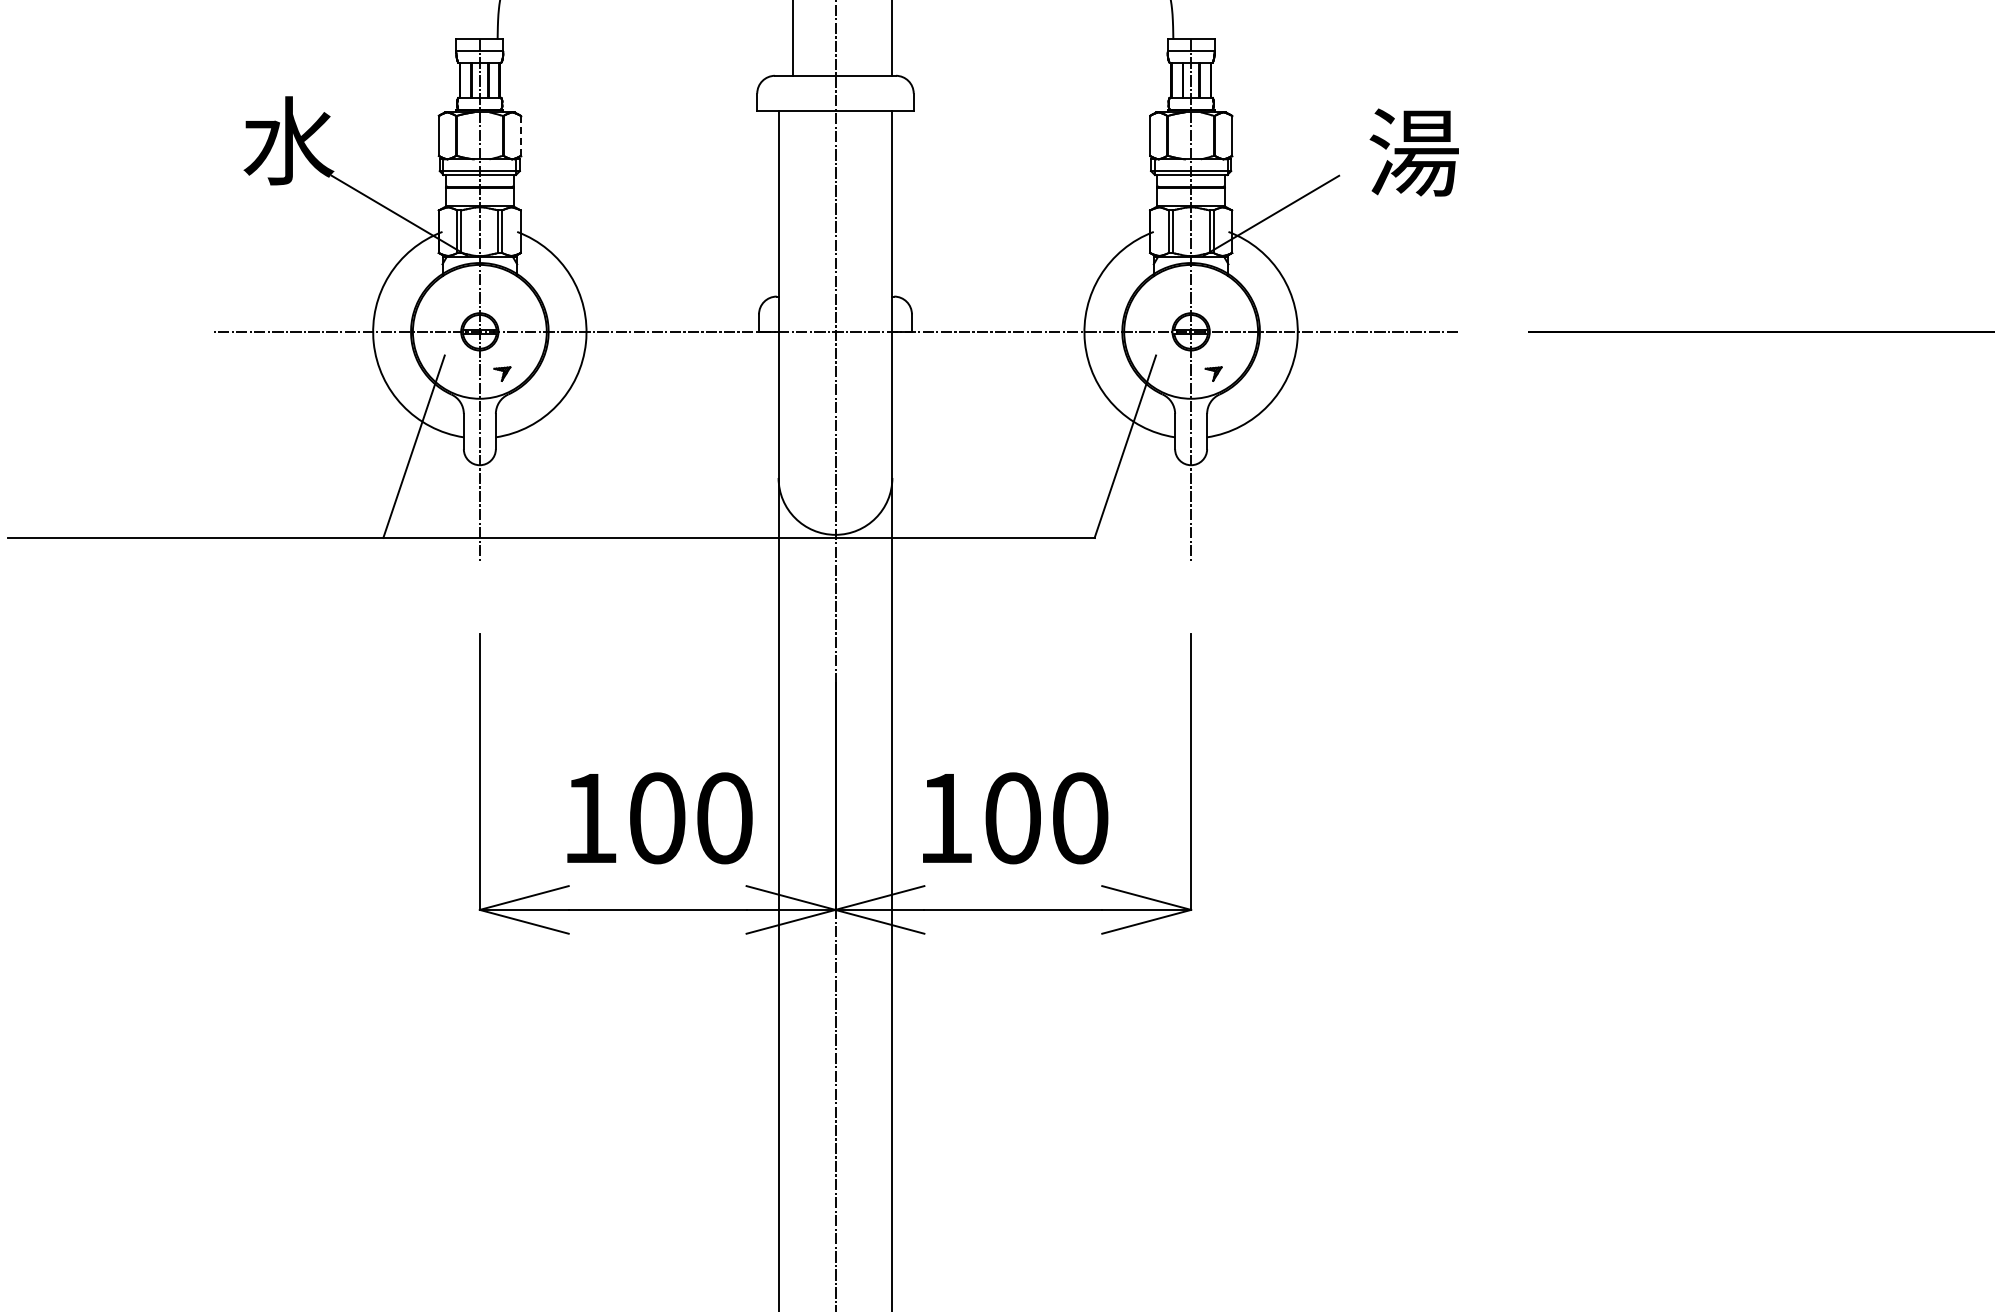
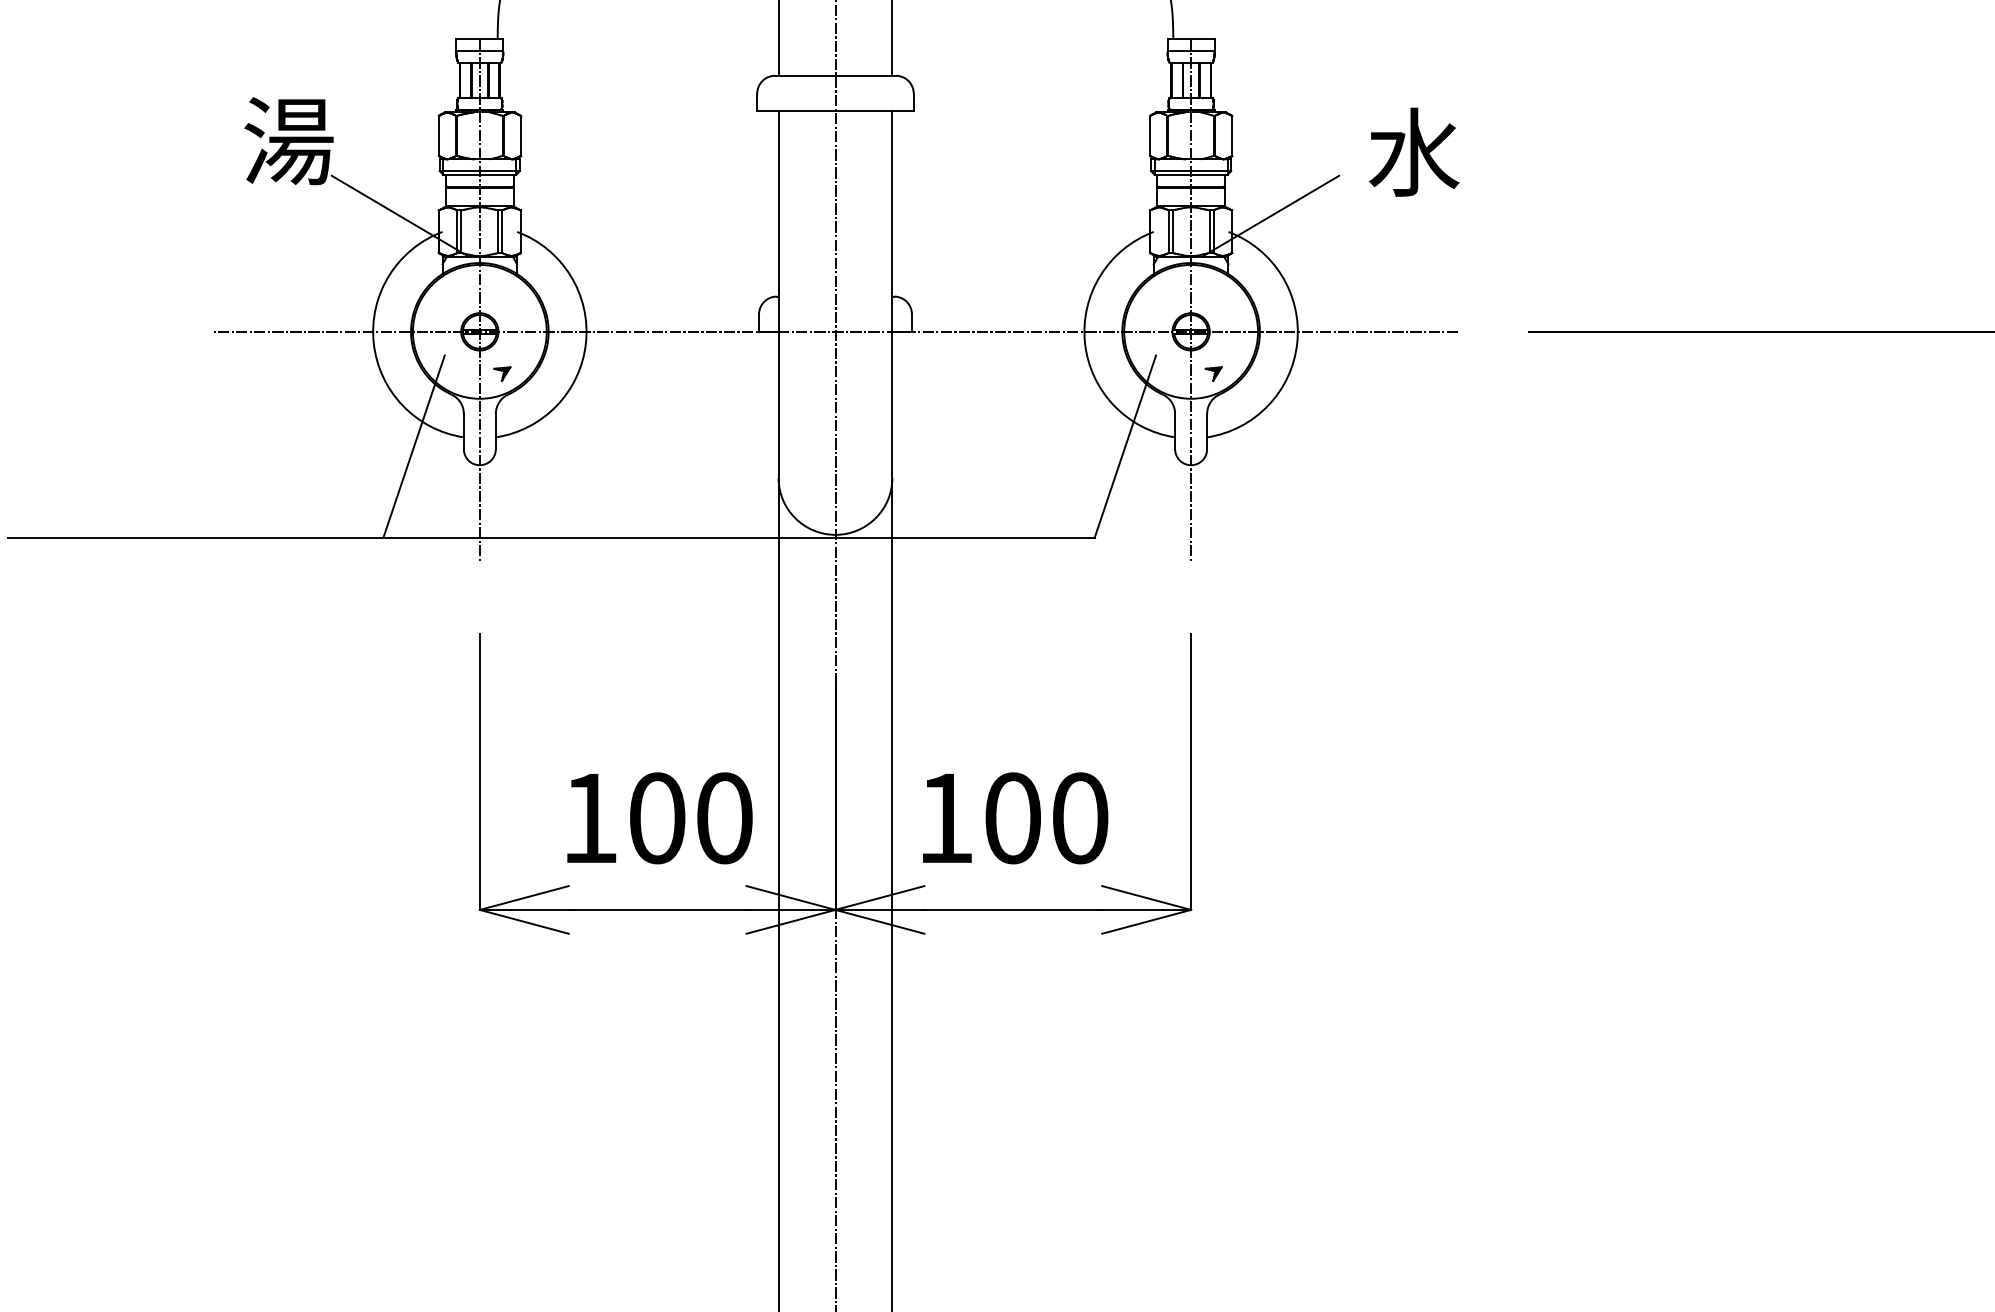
line at (792, 38) position: (792, 38) -> (778, 38)
line at (520, 136): dashed -> solid
text at (288, 140): 水 -> 湯
text at (1413, 151): 湯 -> 水
